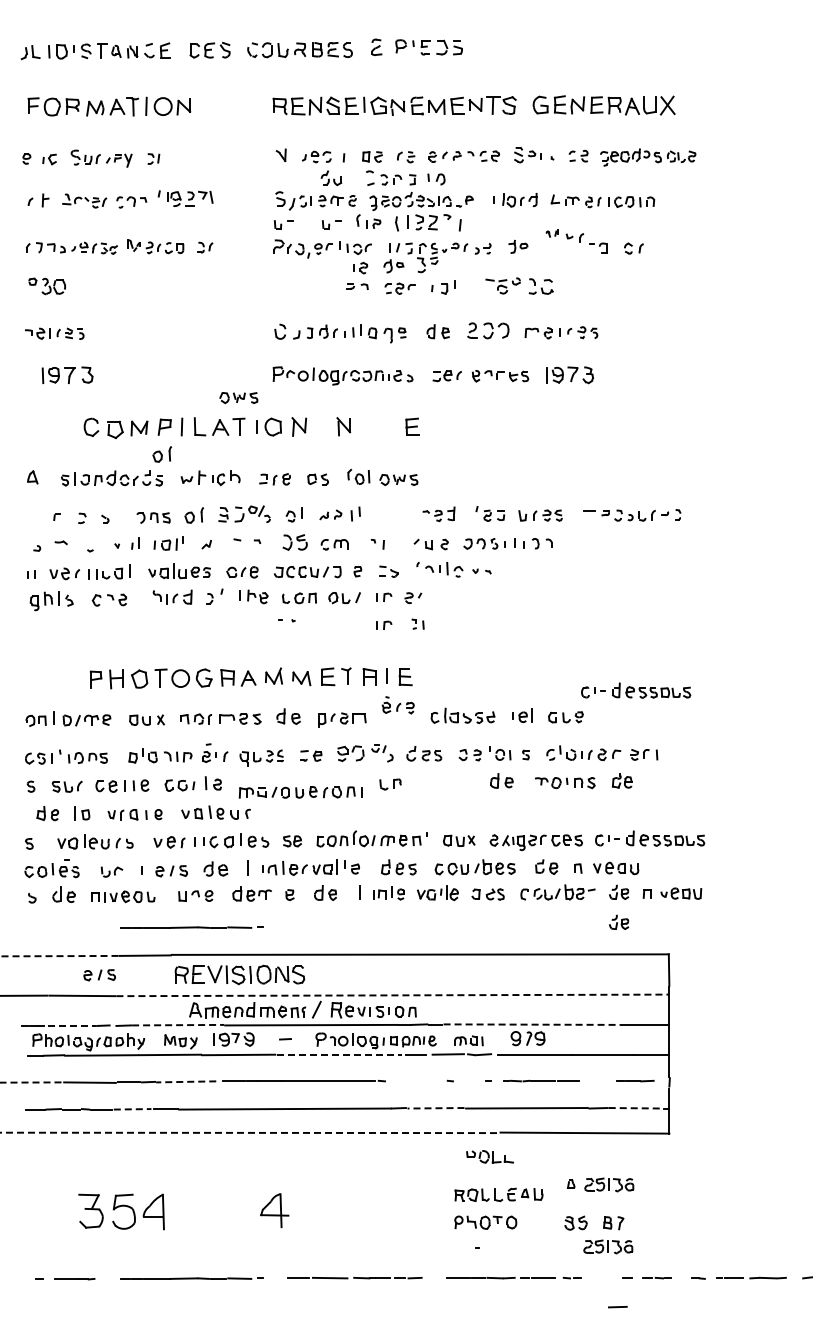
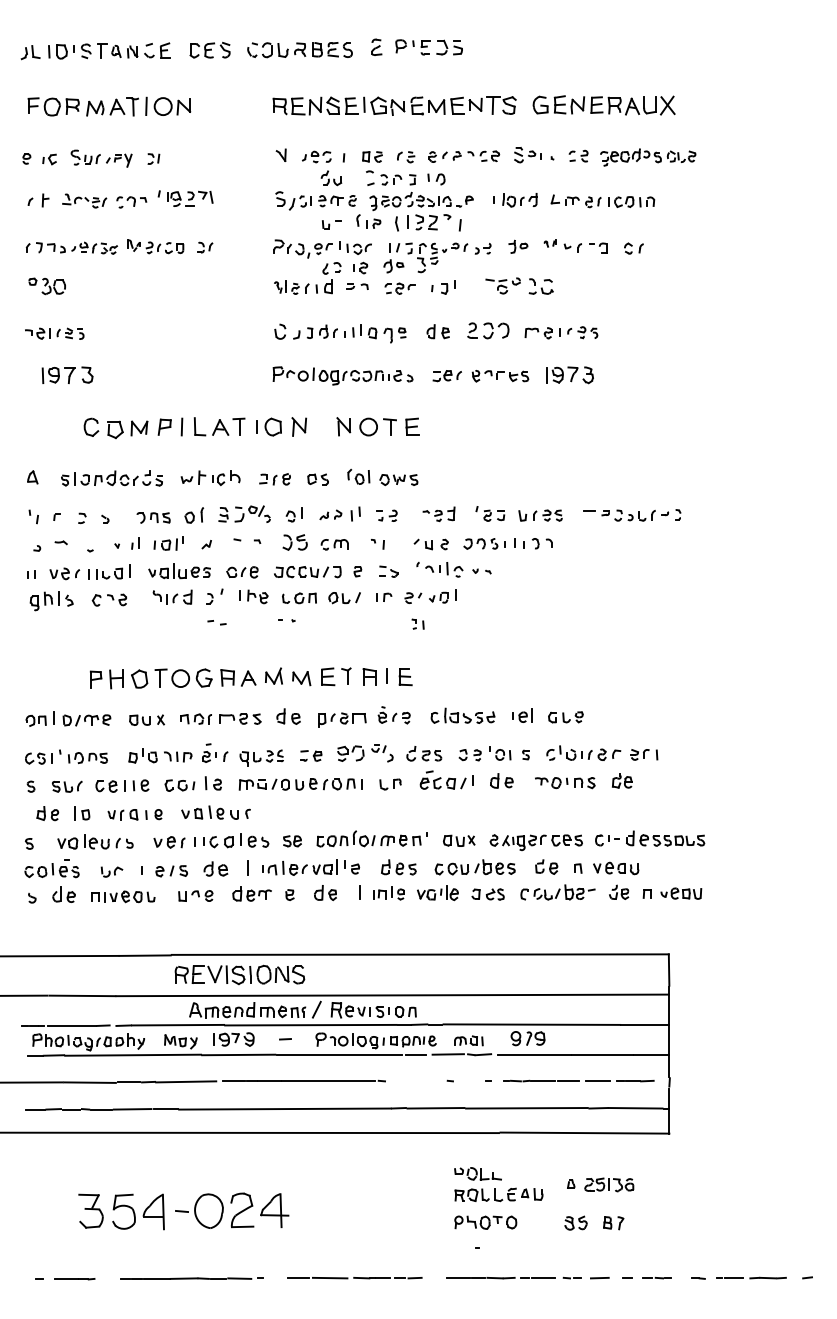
part at (283, 224): present -> none
part at (564, 235) position: (564, 235) -> (562, 245)
part at (307, 278): none -> present
part at (238, 398): present -> none
part at (377, 426): none -> present
part at (162, 454): present -> none
part at (386, 515): none -> present
part at (33, 516): none -> present
part at (442, 596): none -> present
part at (216, 622): none -> present
part at (384, 624): present -> none
part at (636, 690): present -> none
part at (397, 705) position: (397, 705) -> (393, 715)
part at (446, 779): none -> present
part at (300, 792) position: (300, 792) -> (300, 784)
part at (619, 921): present -> none
line at (191, 927): present -> none
line at (59, 956): dashed -> solid
part at (99, 975): present -> none
line at (393, 995): dashed -> solid
line at (532, 1024): dashed -> solid
line at (72, 1025): dashed -> solid
line at (178, 1025): dashed -> solid
line at (339, 1054): dashed -> solid
line at (597, 1080): none -> present
line at (185, 1081): dashed -> solid
line at (31, 1082): dashed -> solid
line at (435, 1108): dashed -> solid
line at (635, 1108): dashed -> solid
line at (132, 1109): dashed -> solid
line at (249, 1132): dashed -> solid
part at (489, 1156) position: (489, 1156) -> (477, 1173)
part at (214, 1210): none -> present
part at (608, 1246): present -> none
line at (617, 1307) position: (617, 1307) -> (599, 1278)
